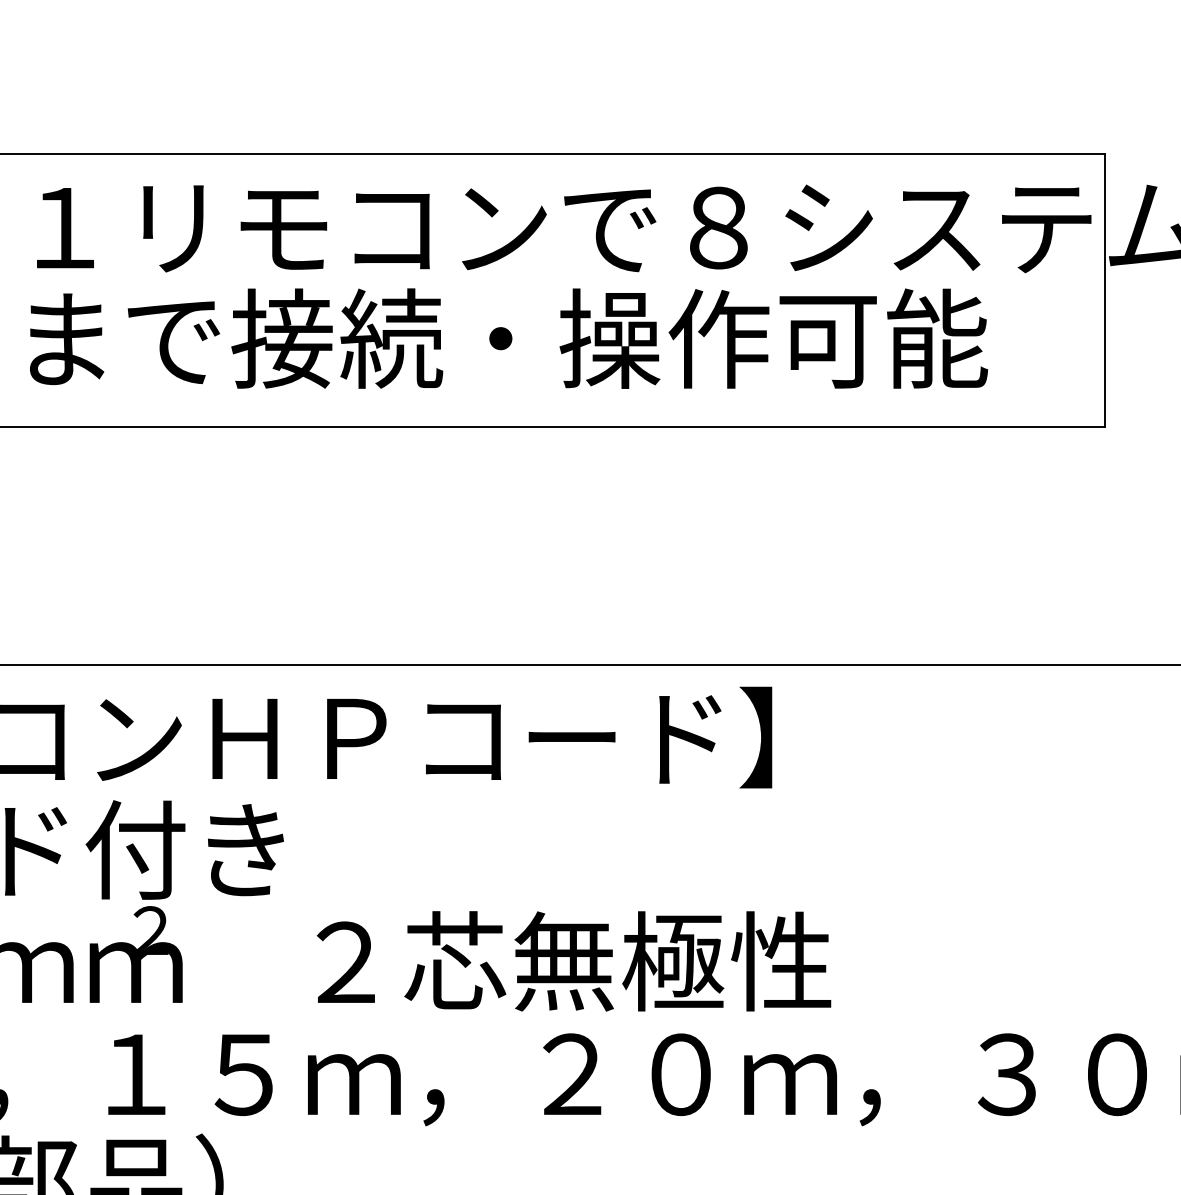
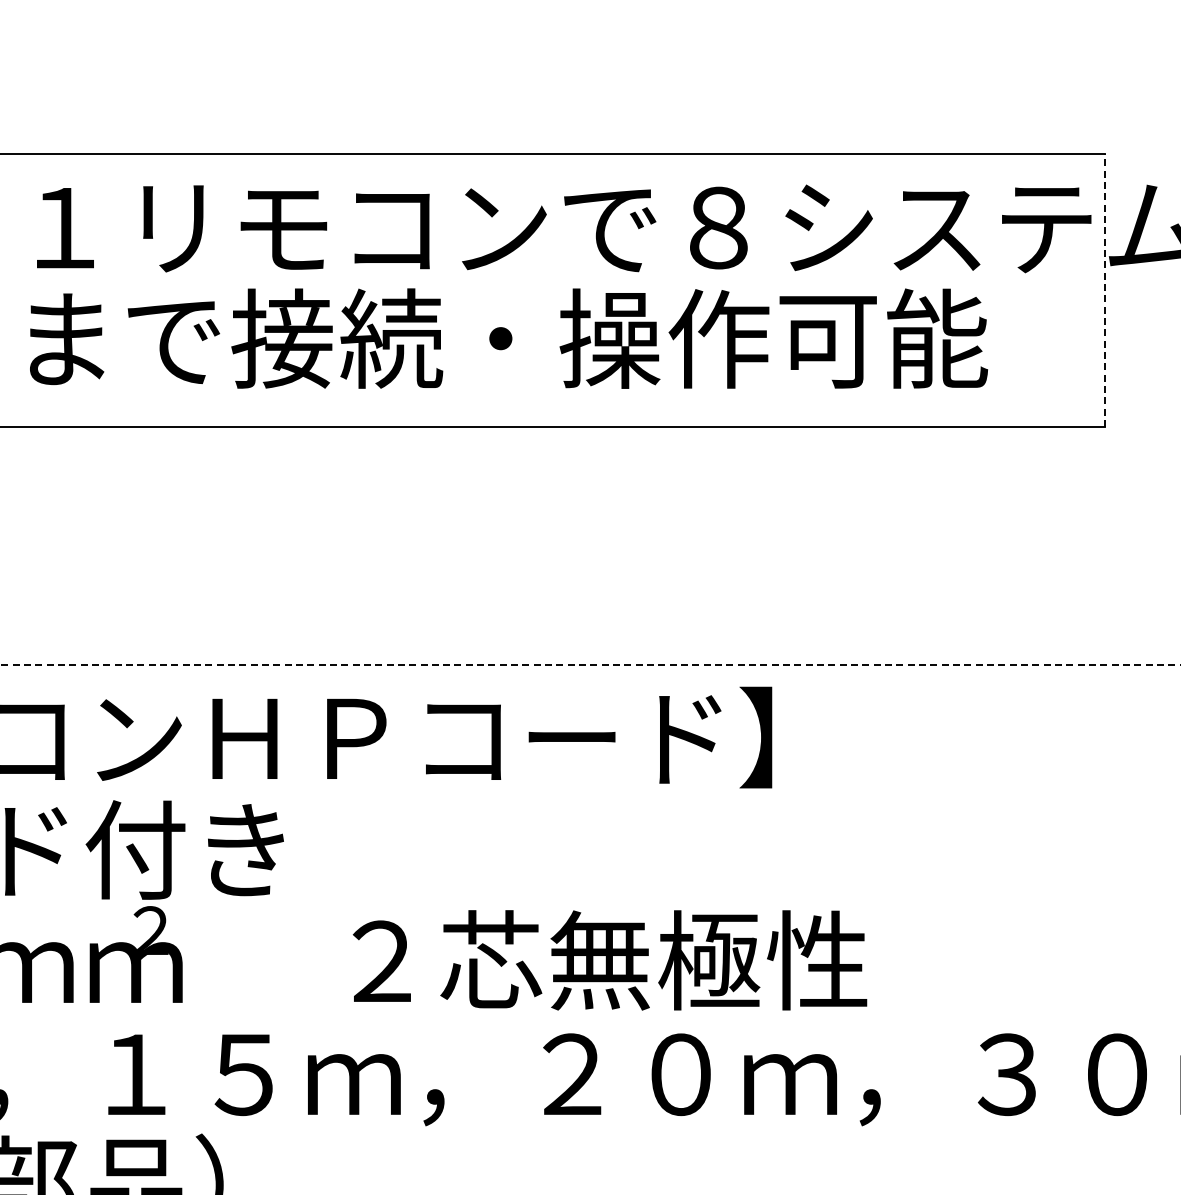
line at (1104, 290): solid -> dashed
line at (590, 665): solid -> dashed
text at (573, 961) position: (573, 961) -> (609, 960)
